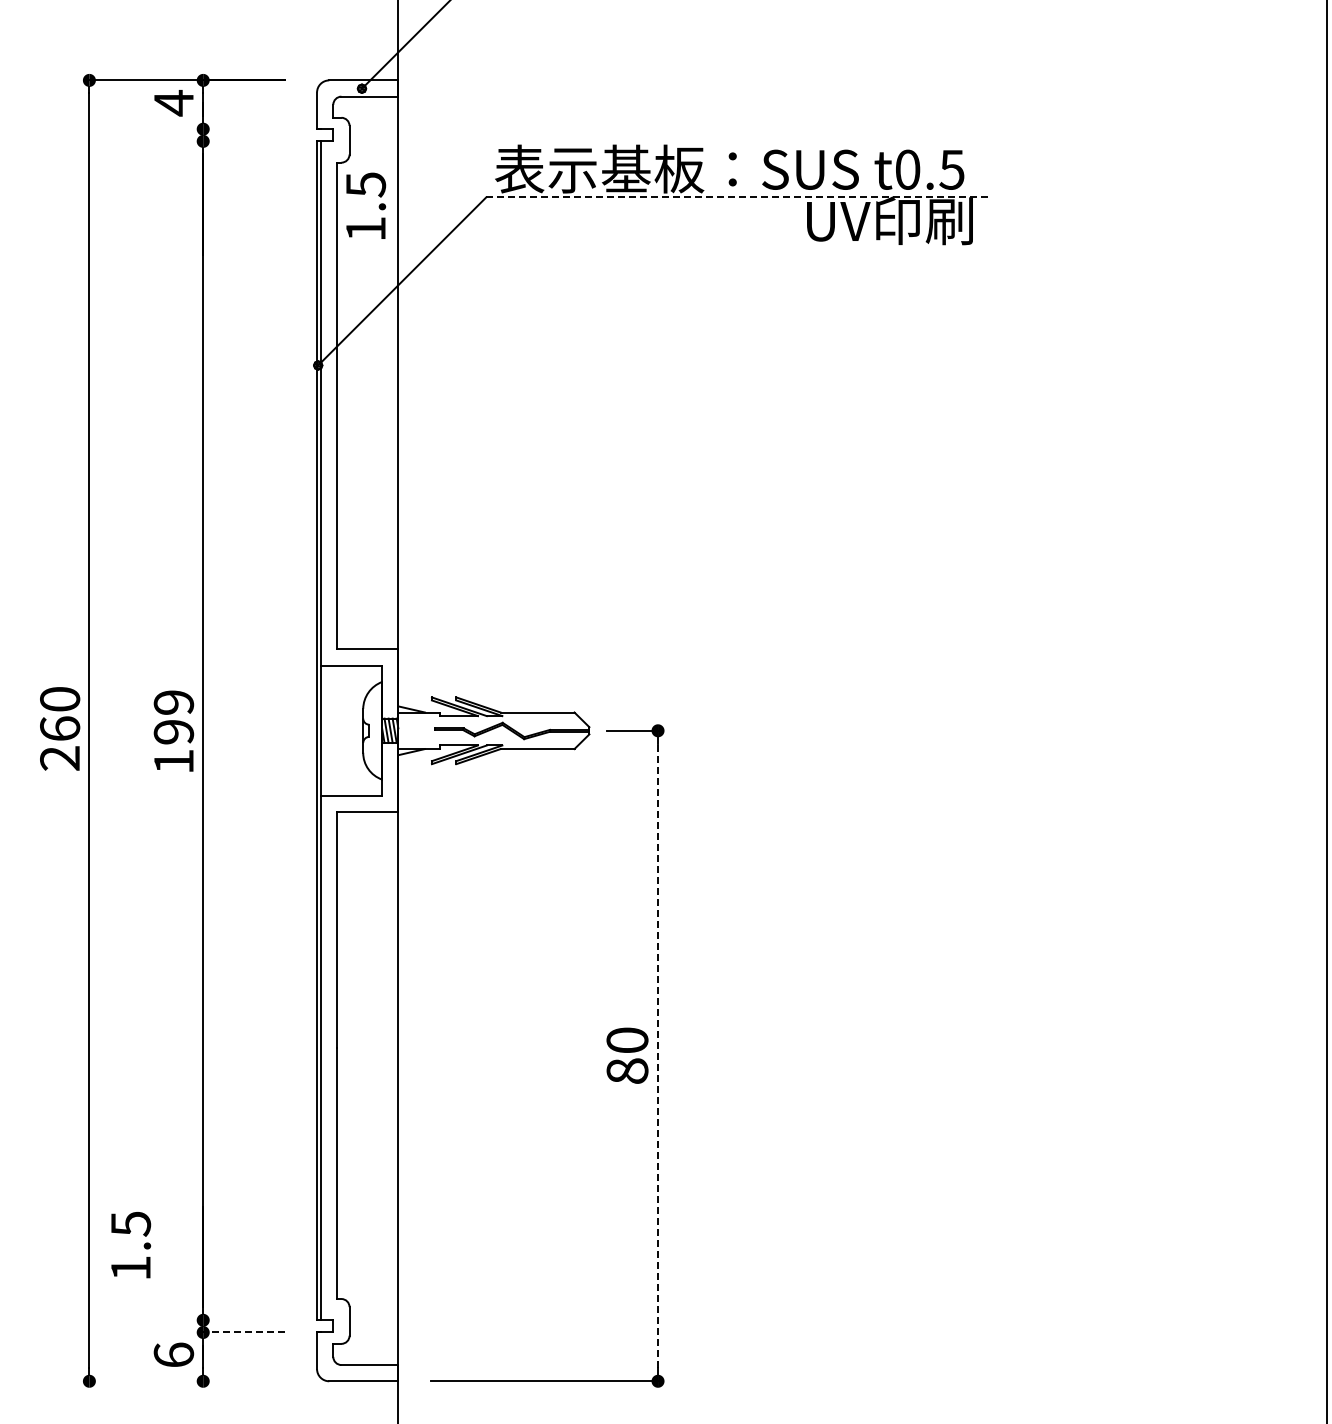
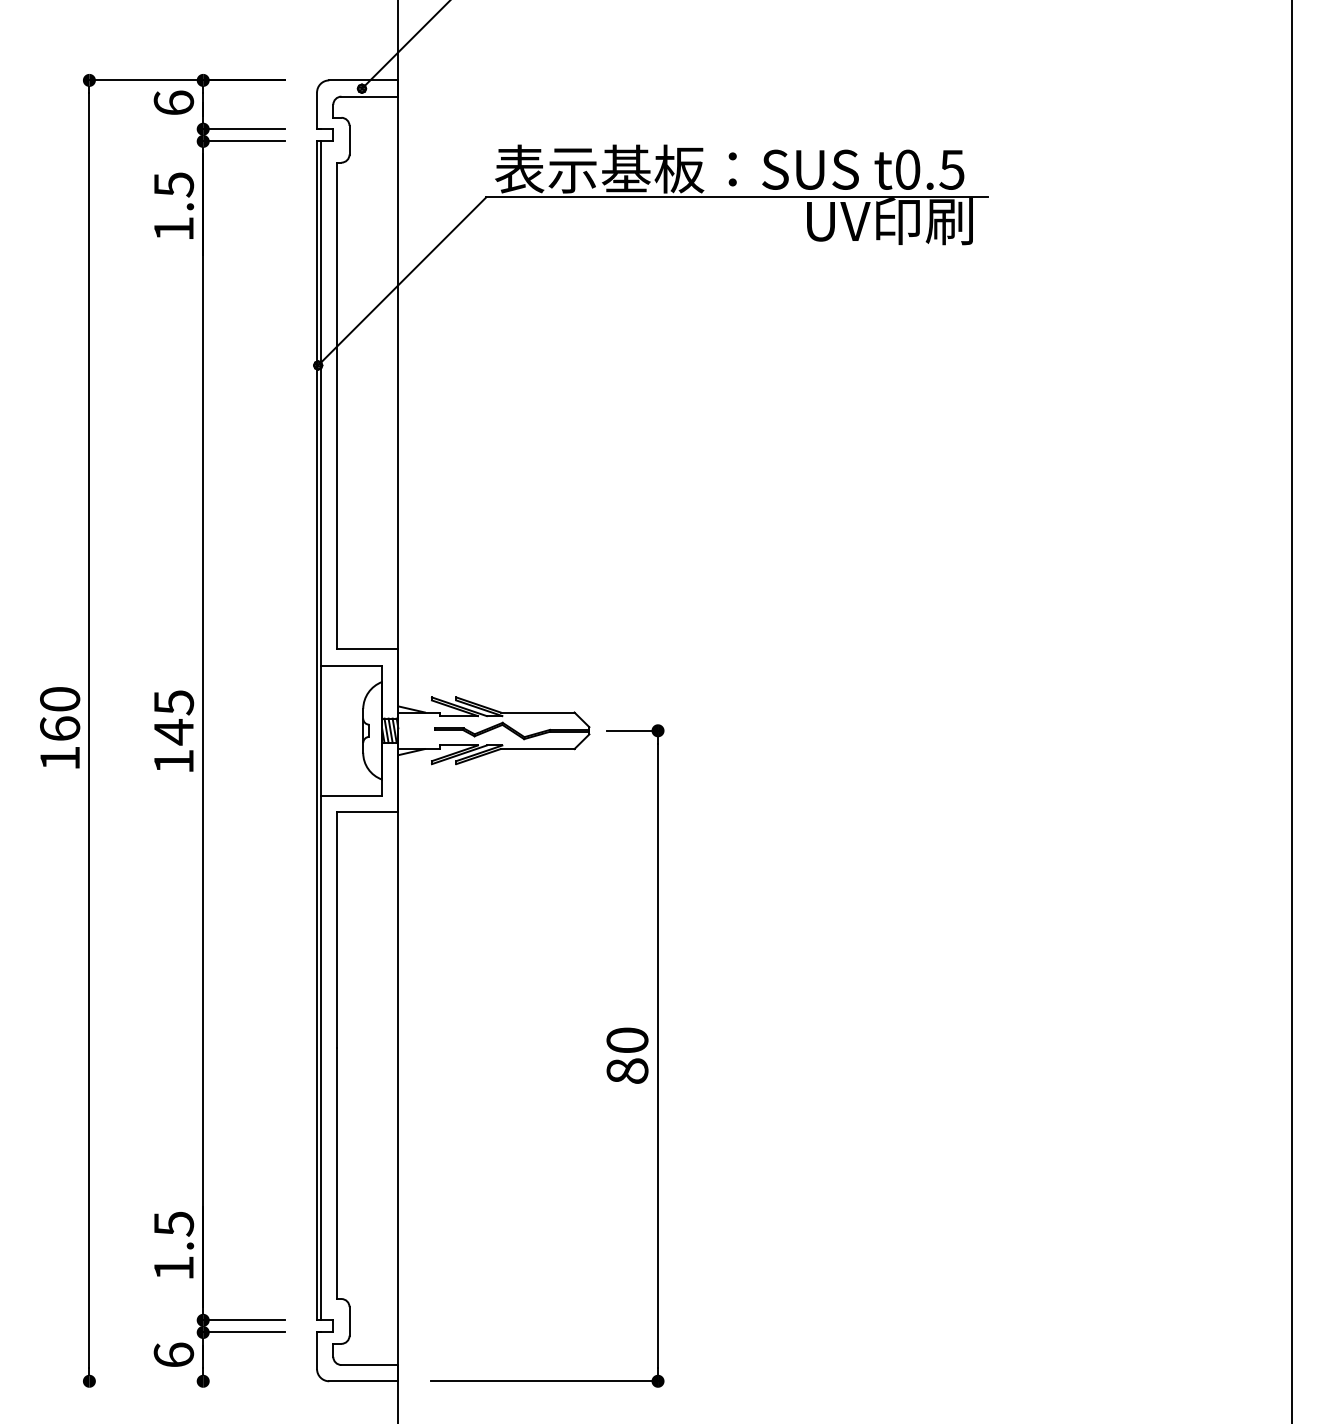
text at (173, 103): 4 -> 6
line at (243, 129): none -> present
line at (243, 141): none -> present
line at (737, 197): dashed -> solid
text at (366, 205) position: (366, 205) -> (174, 205)
line at (1327, 711) position: (1327, 711) -> (1292, 711)
text at (173, 717): 199 -> 145
text at (59, 758): 260 -> 160
line at (658, 1055): dashed -> solid
text at (131, 1245) position: (131, 1245) -> (174, 1245)
line at (243, 1320): none -> present
line at (243, 1332): dashed -> solid
